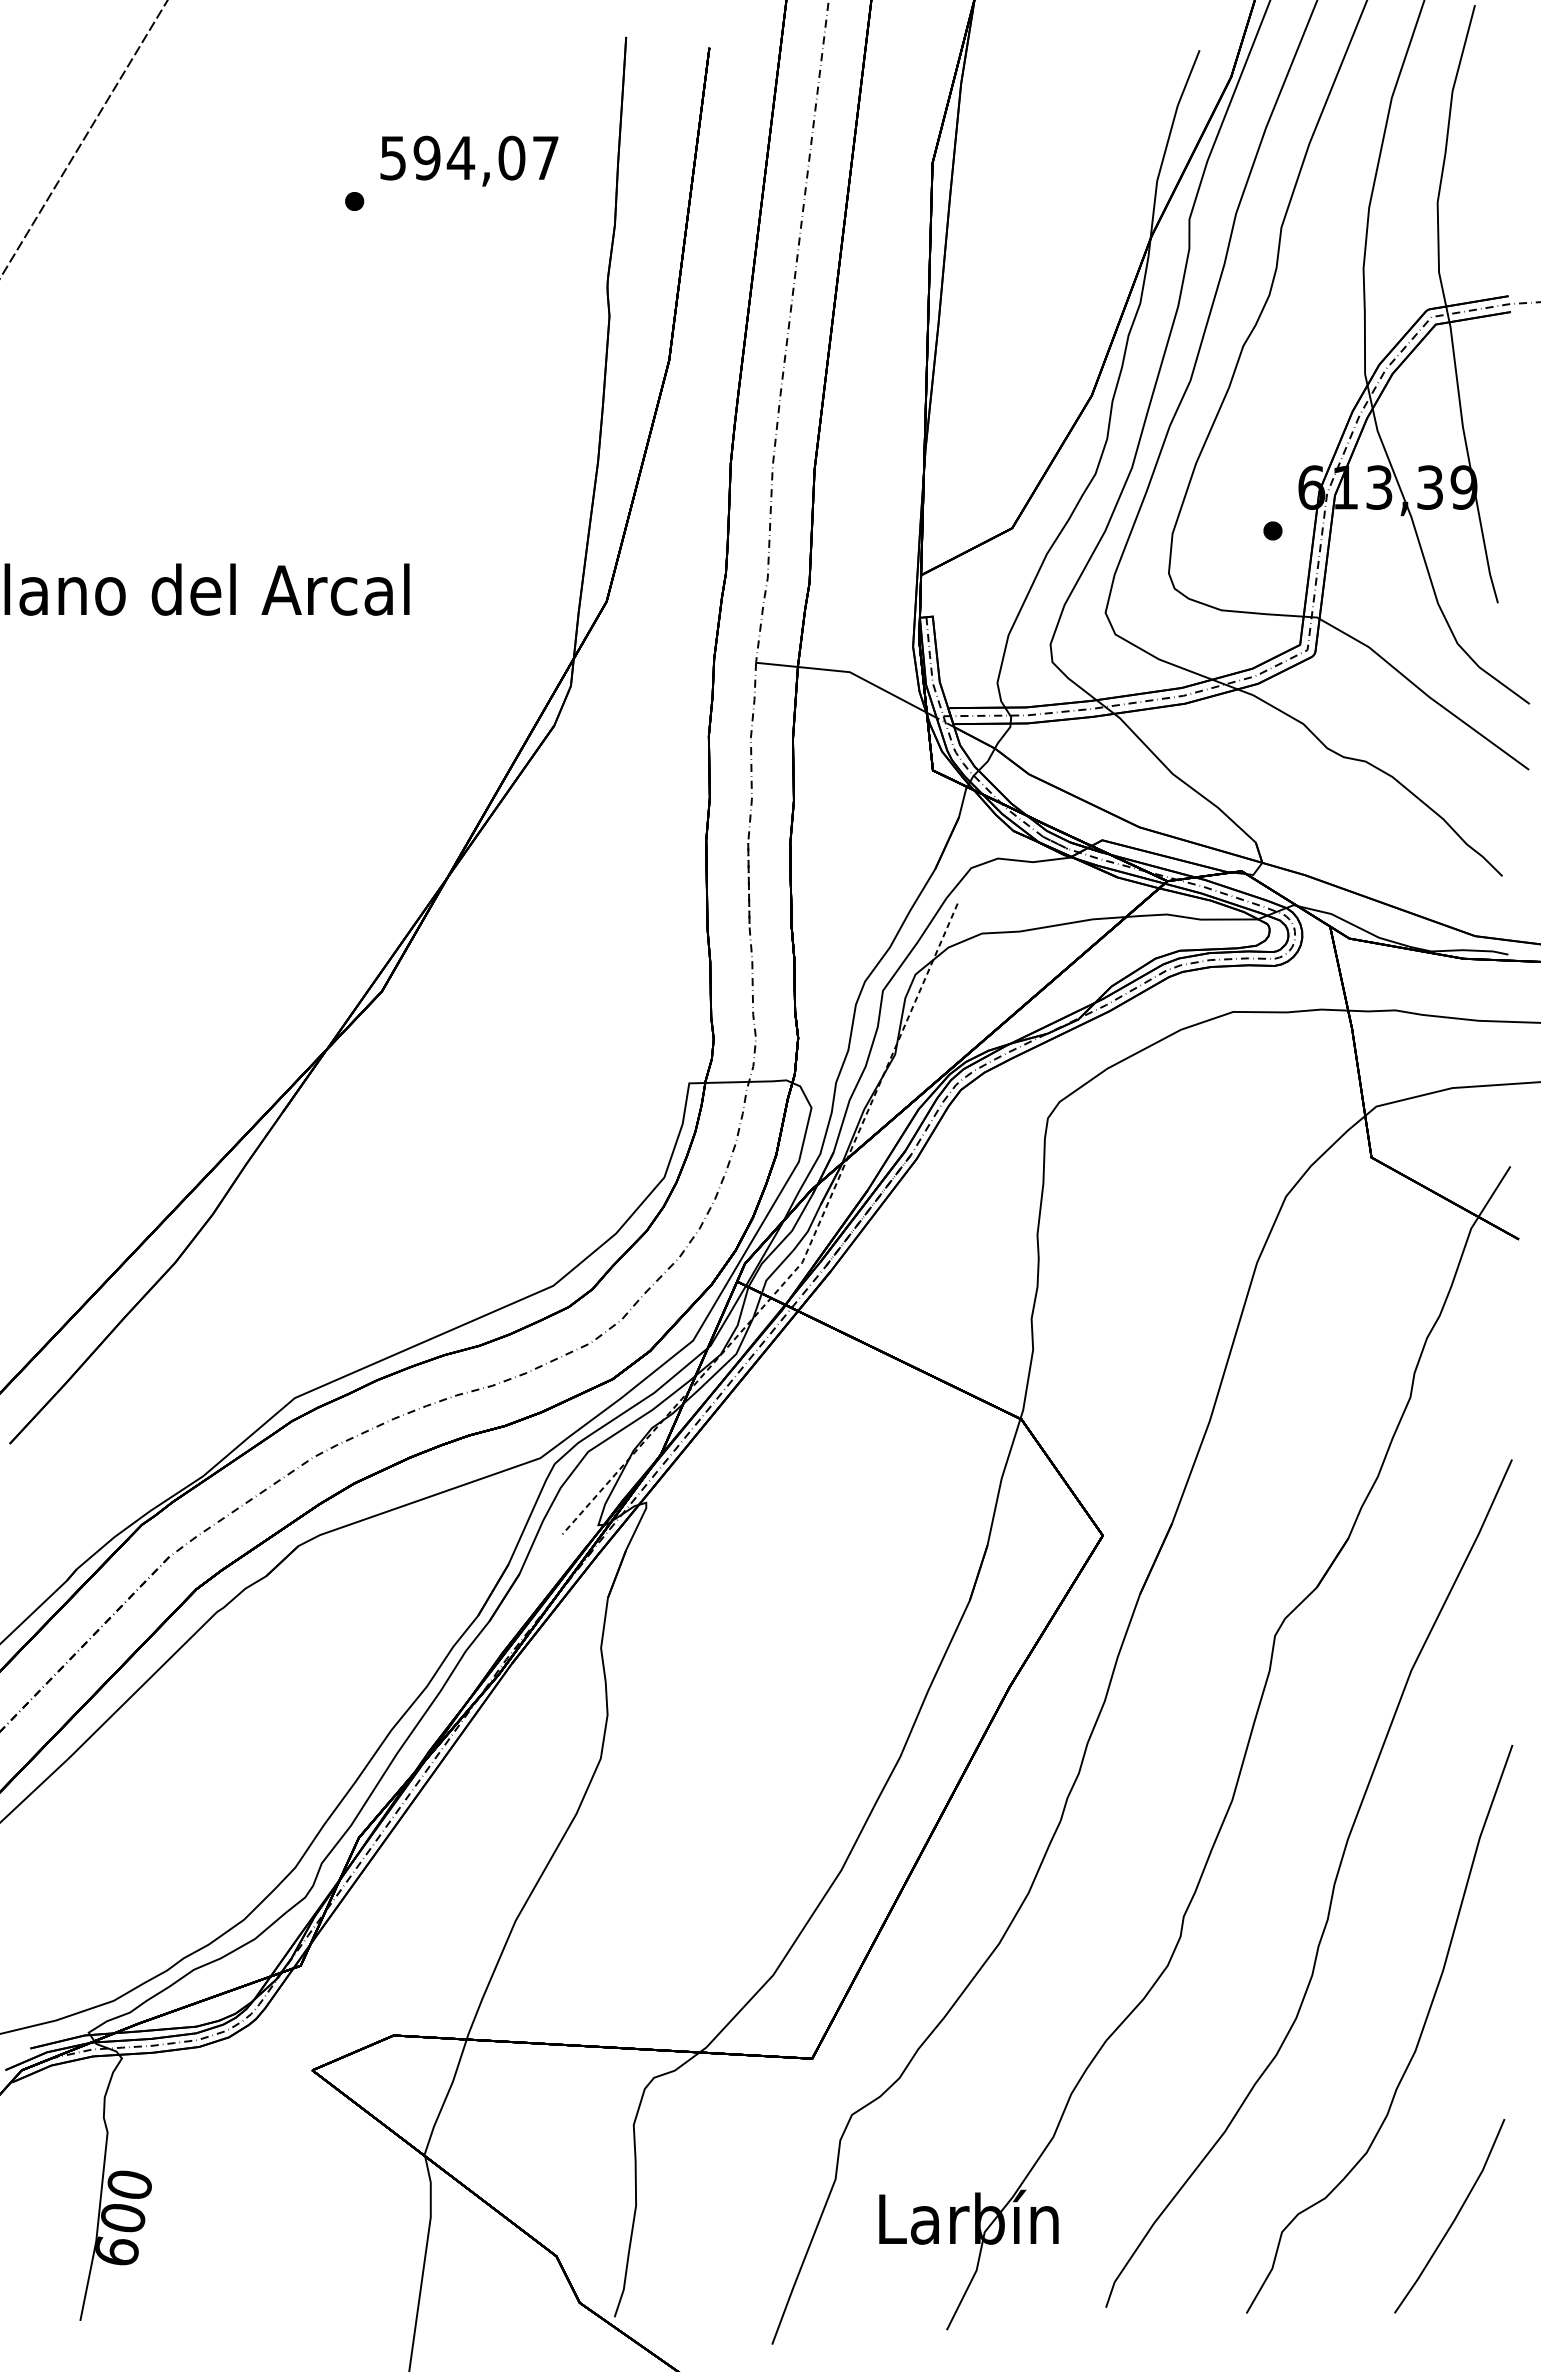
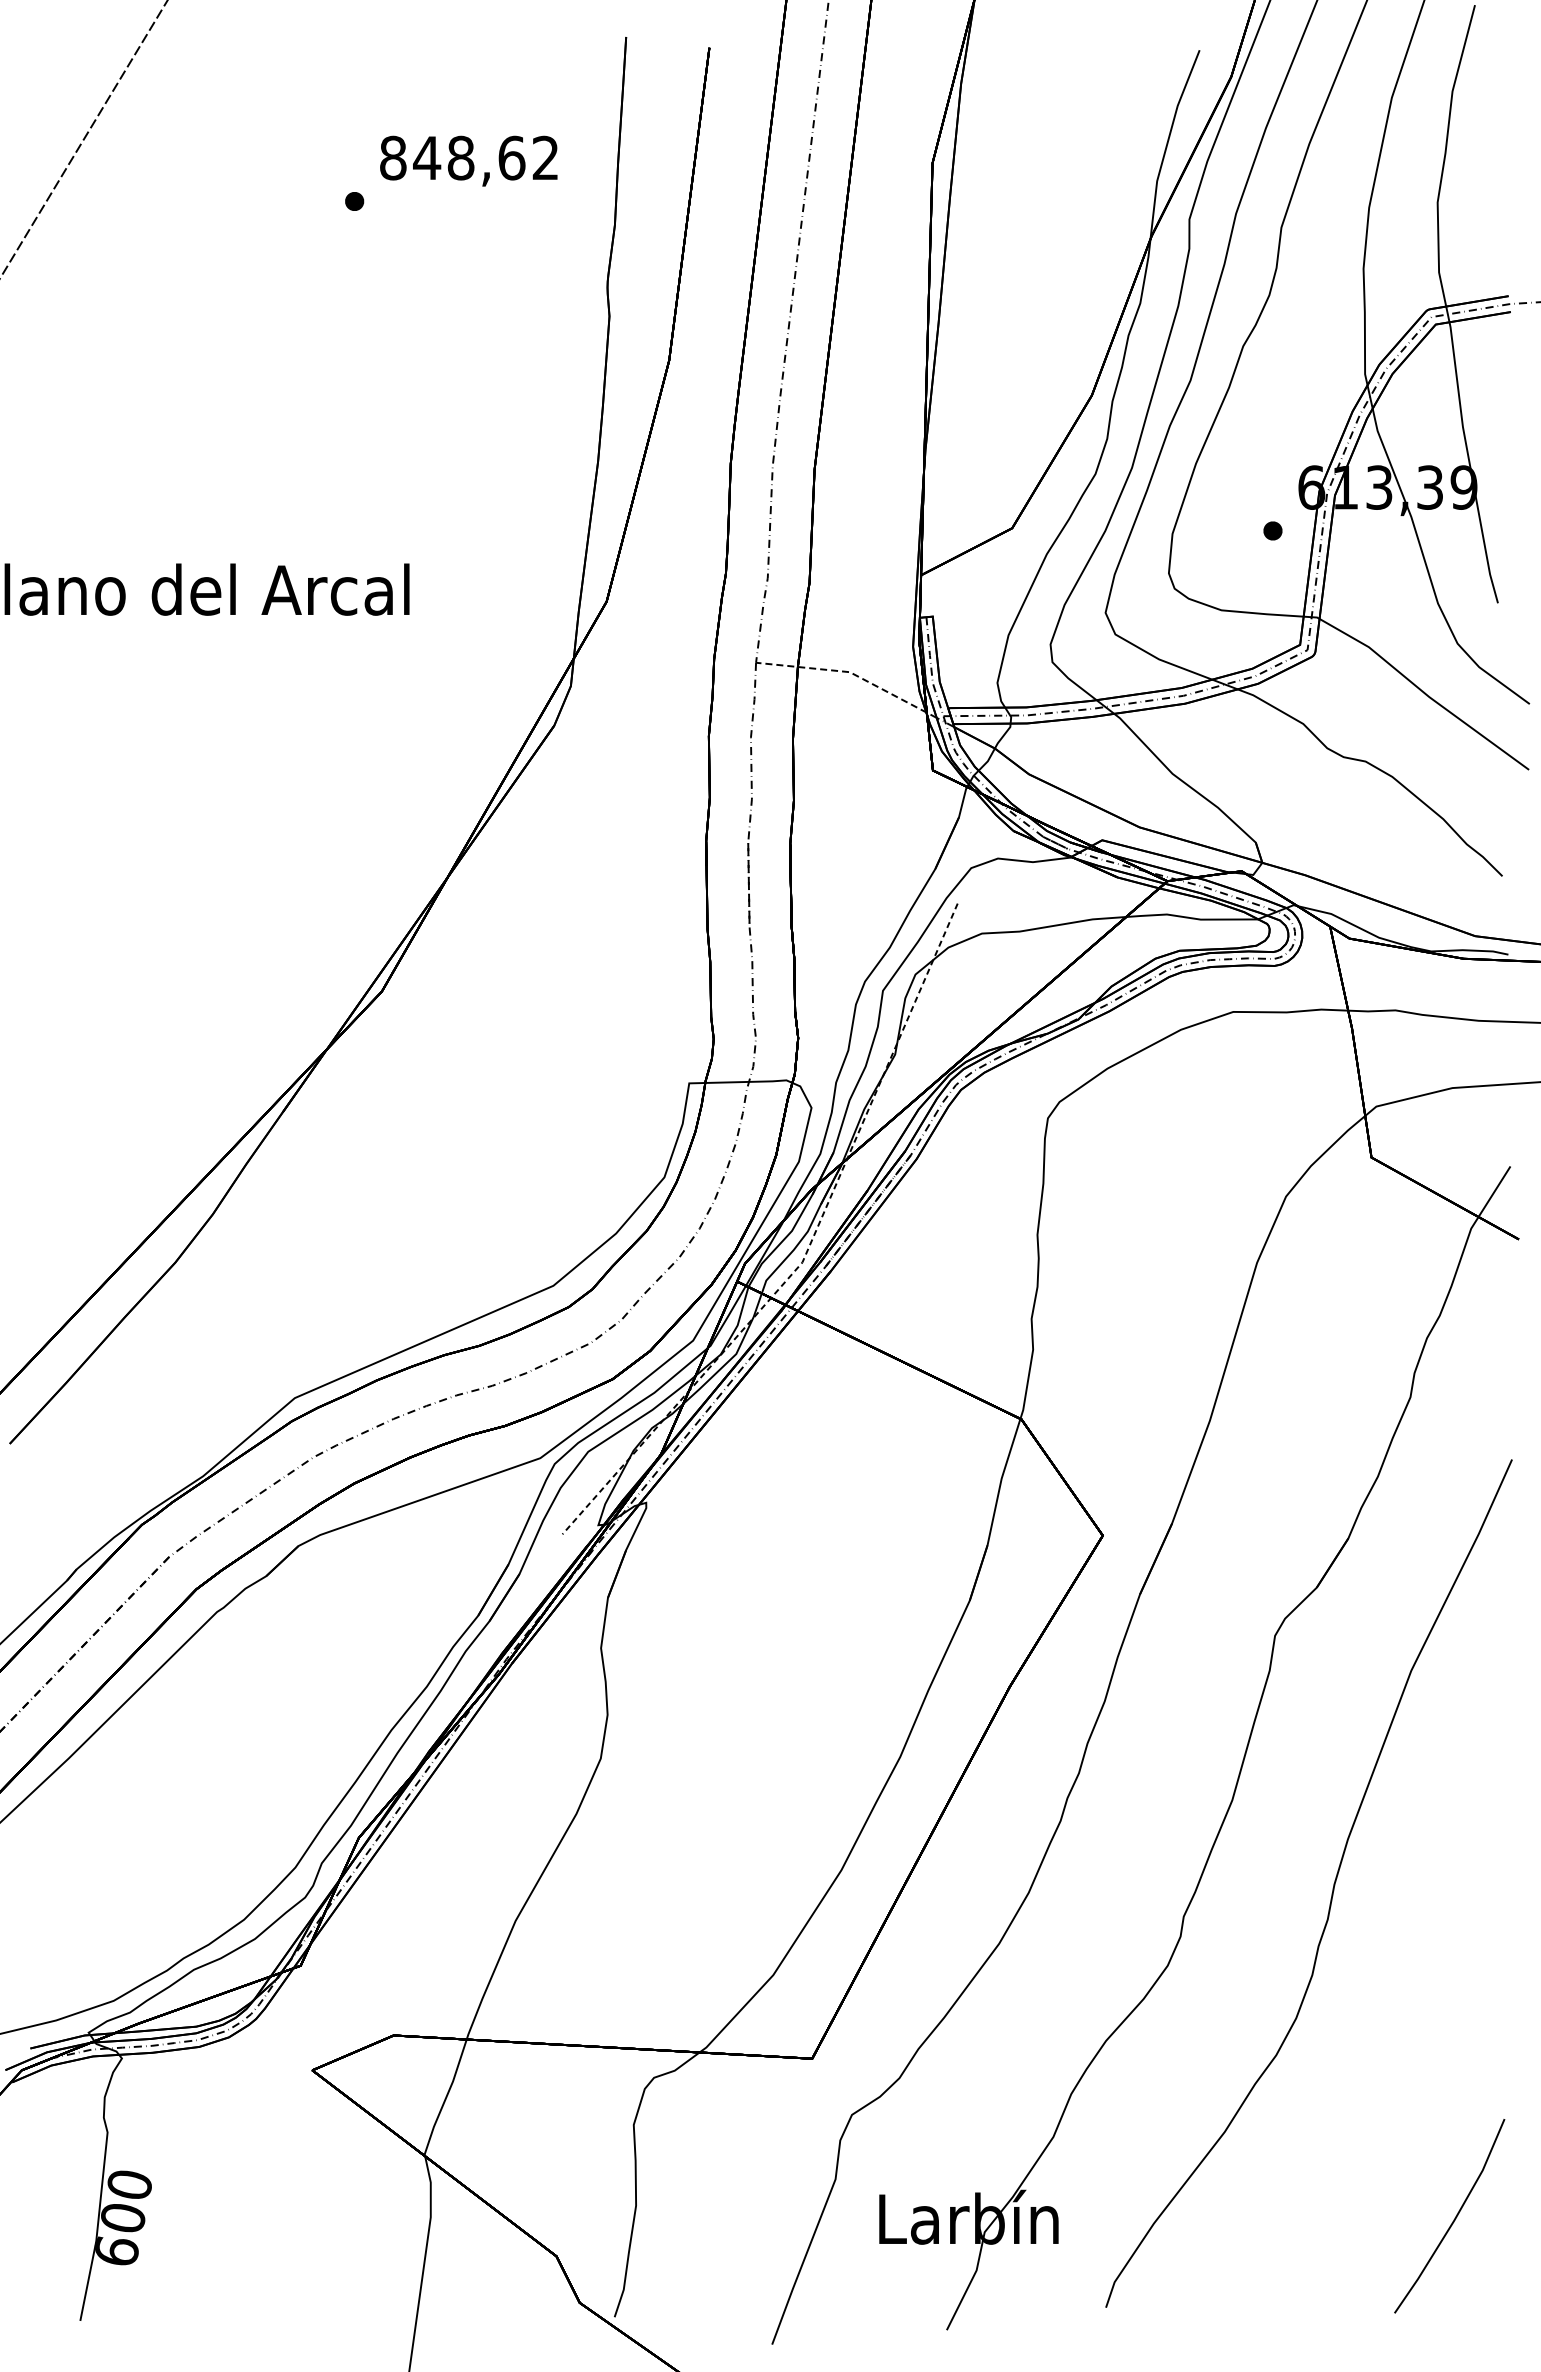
text at (469, 157): 594,07 -> 848,62
line at (850, 672): solid -> dashed
curve at (1417, 2041): present -> none
